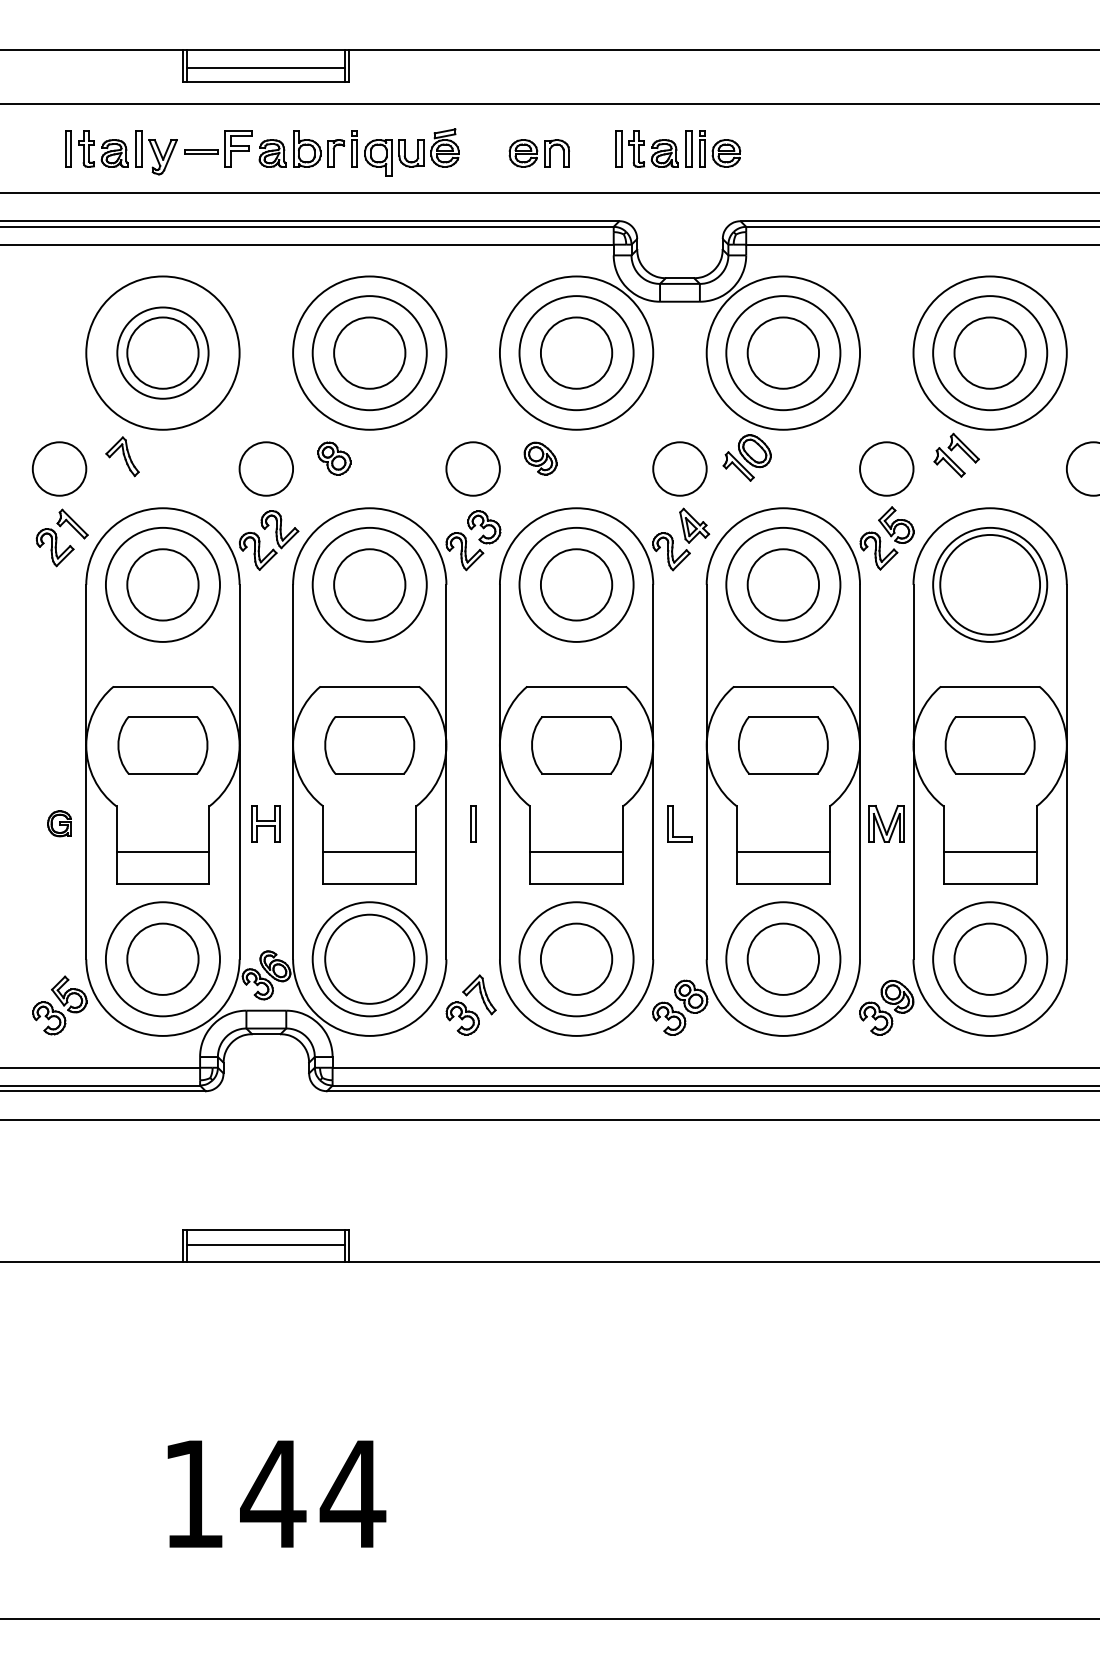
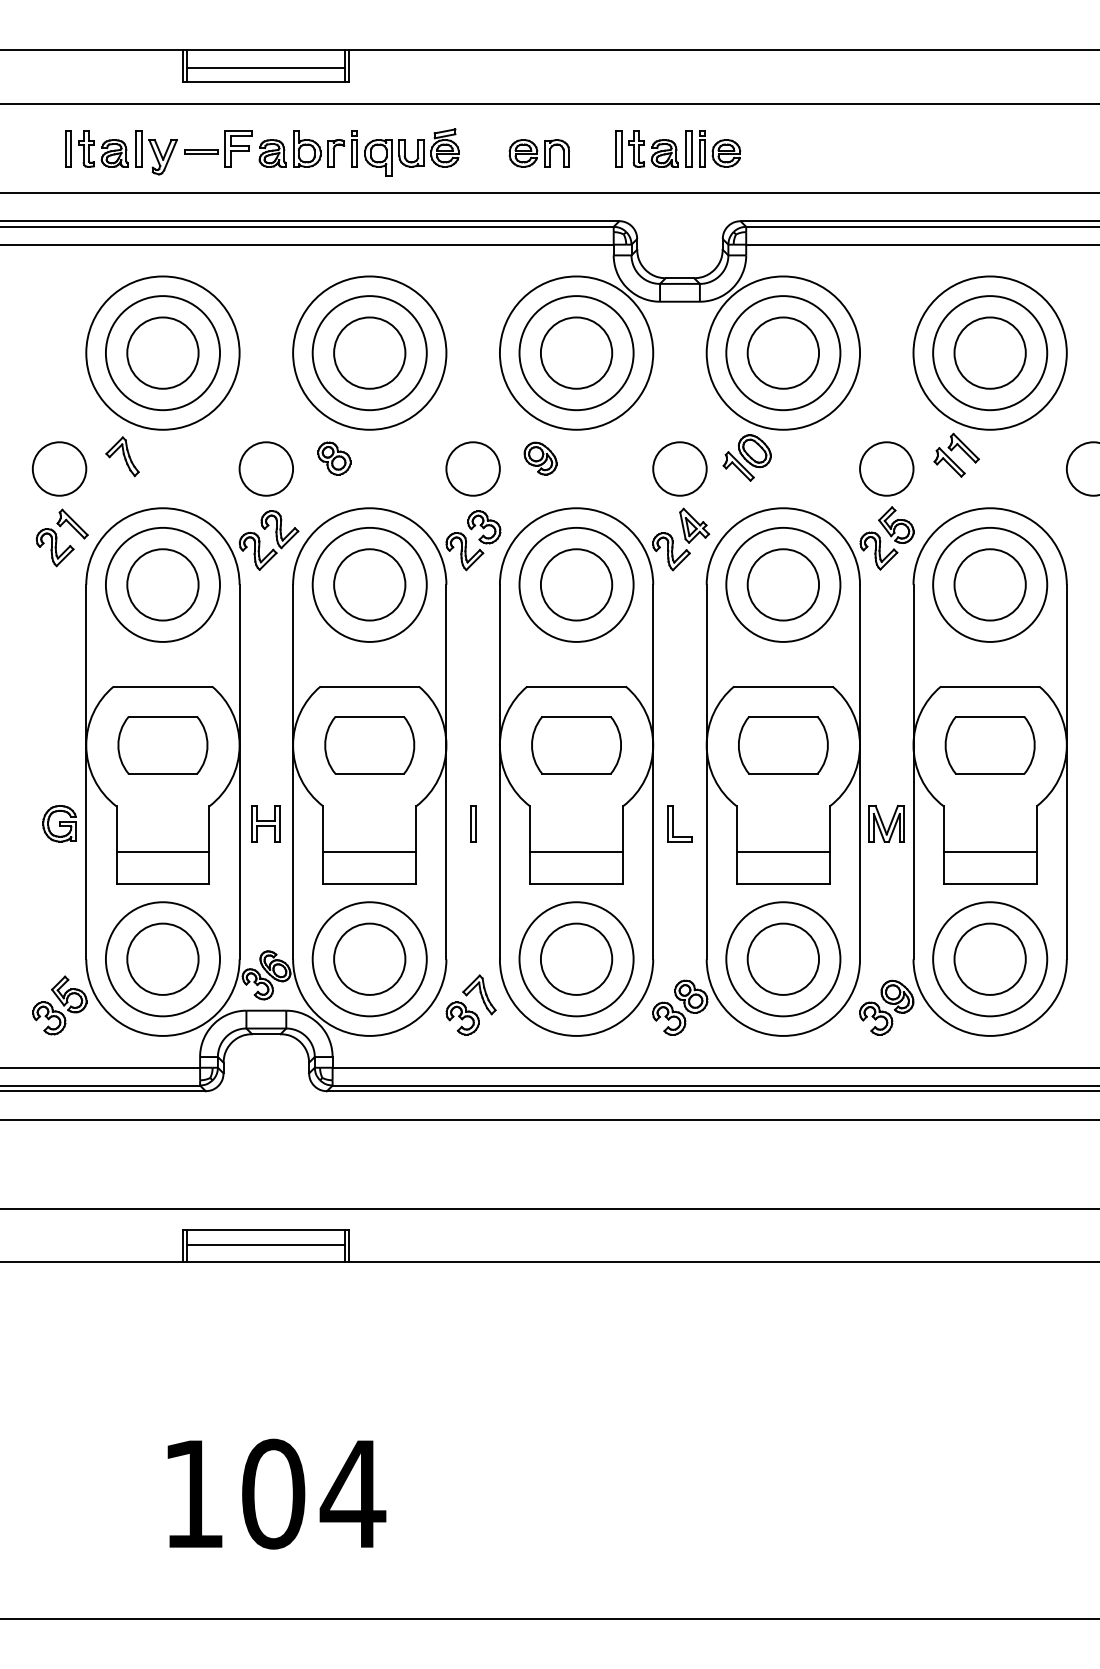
circle at (162, 352) diameter: 91 px -> 114 px
circle at (990, 584) diameter: 100 px -> 71 px
part at (59, 823) size: 25x28 px -> 35x38 px
circle at (369, 958) diameter: 89 px -> 71 px
line at (549, 1208): none -> present
text at (273, 1493): 144 -> 104
